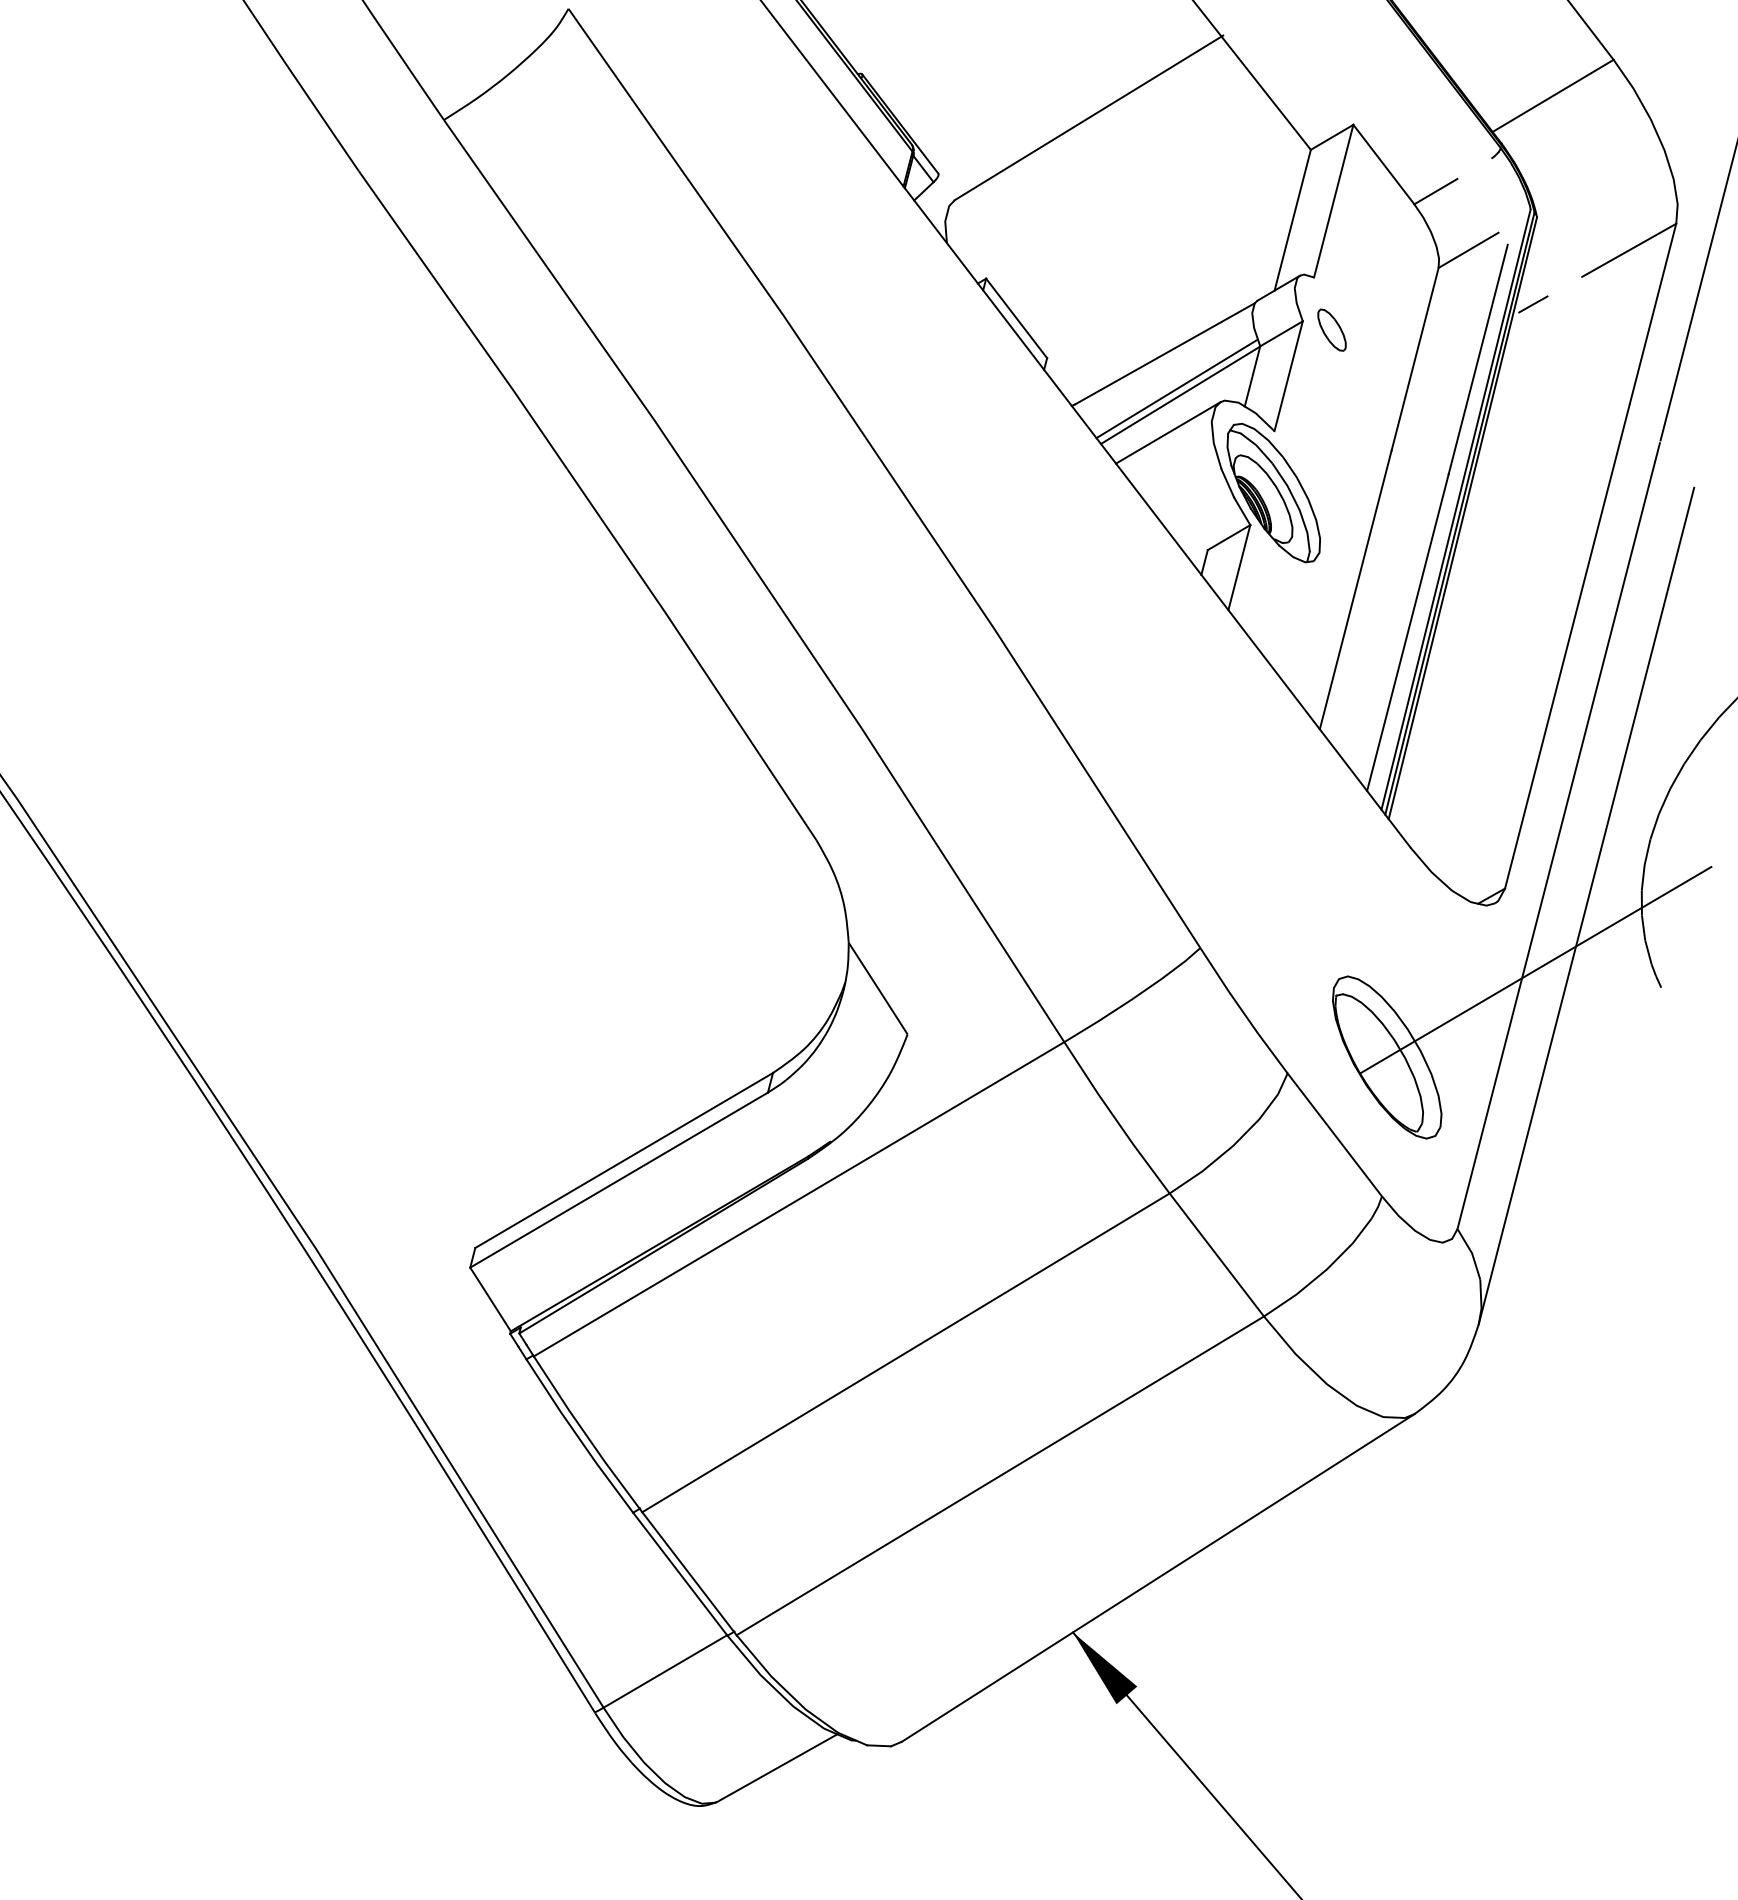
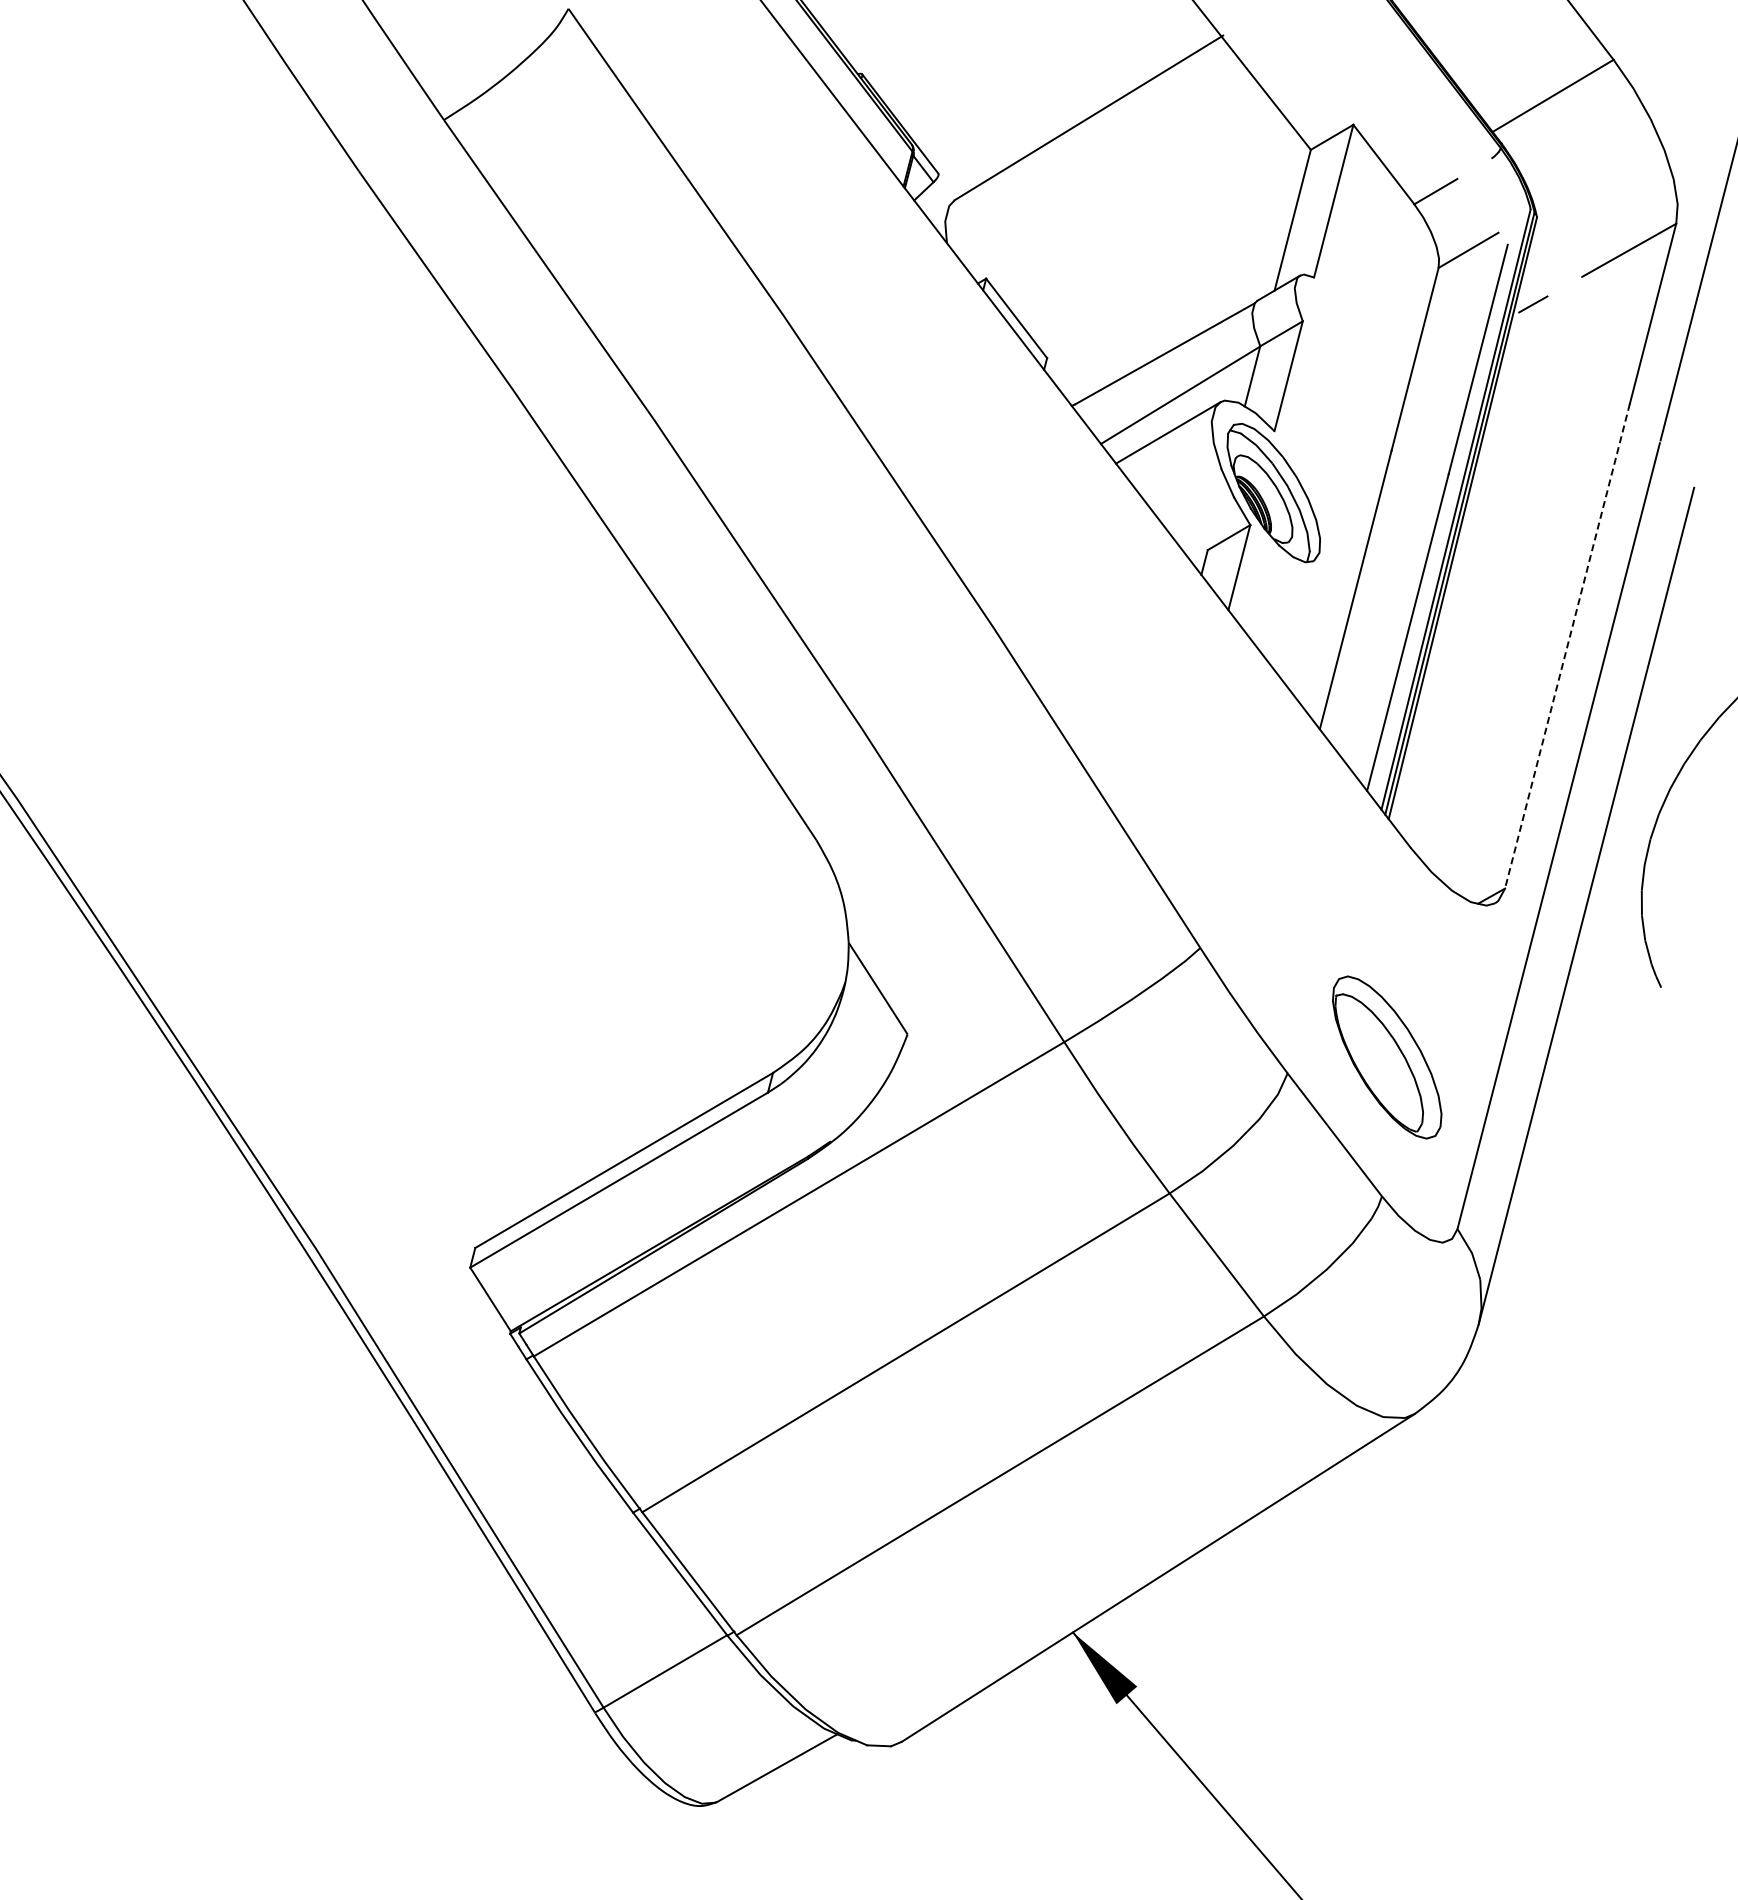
part at (1331, 329): present -> none
line at (1176, 389): present -> none
line at (1567, 646): solid -> dashed
line at (1536, 969): present -> none
